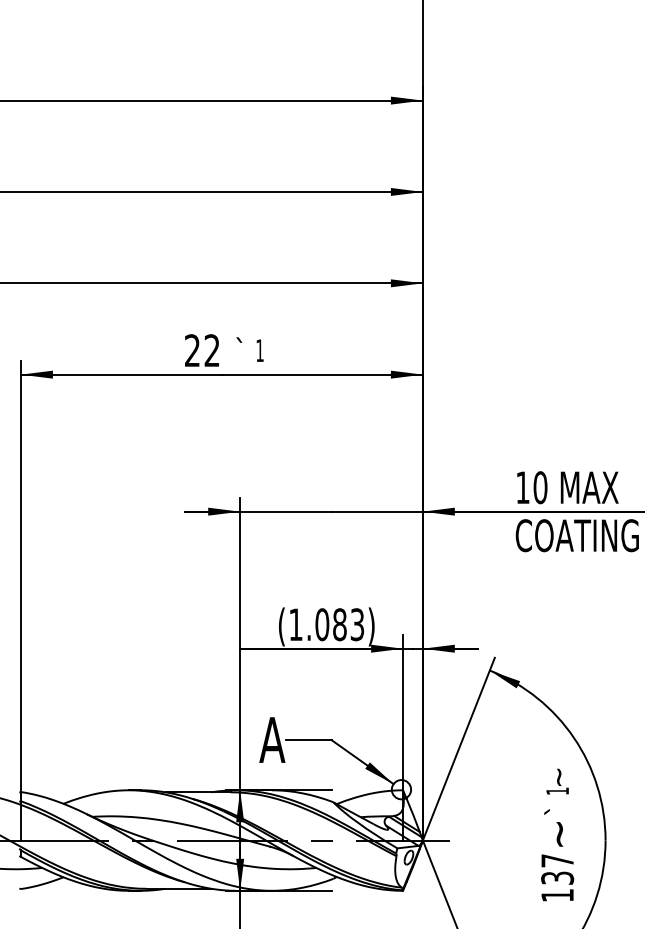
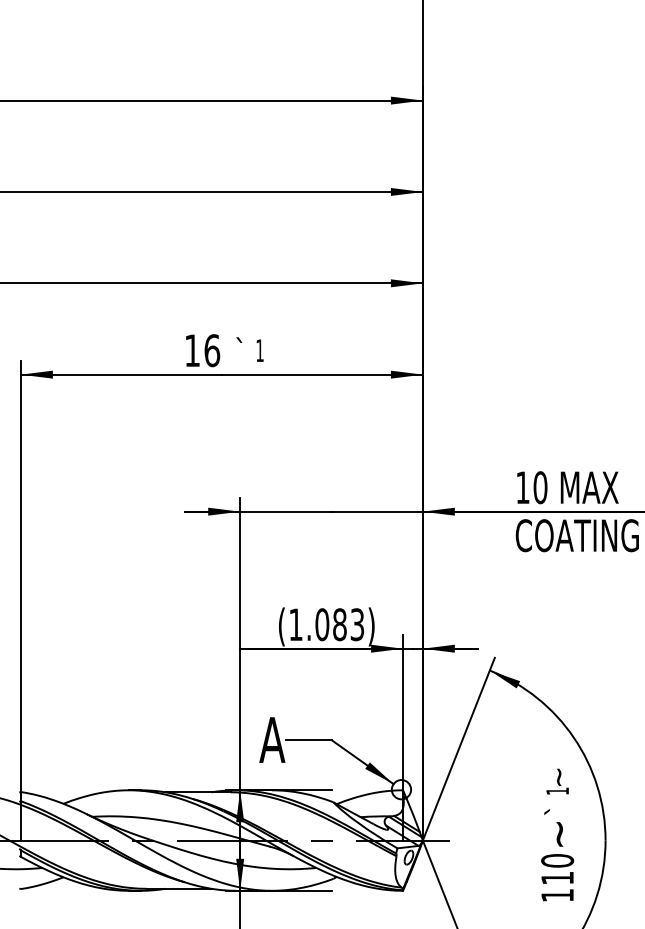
text at (202, 350): 22 -> 16
text at (557, 869): 137 -> 110
